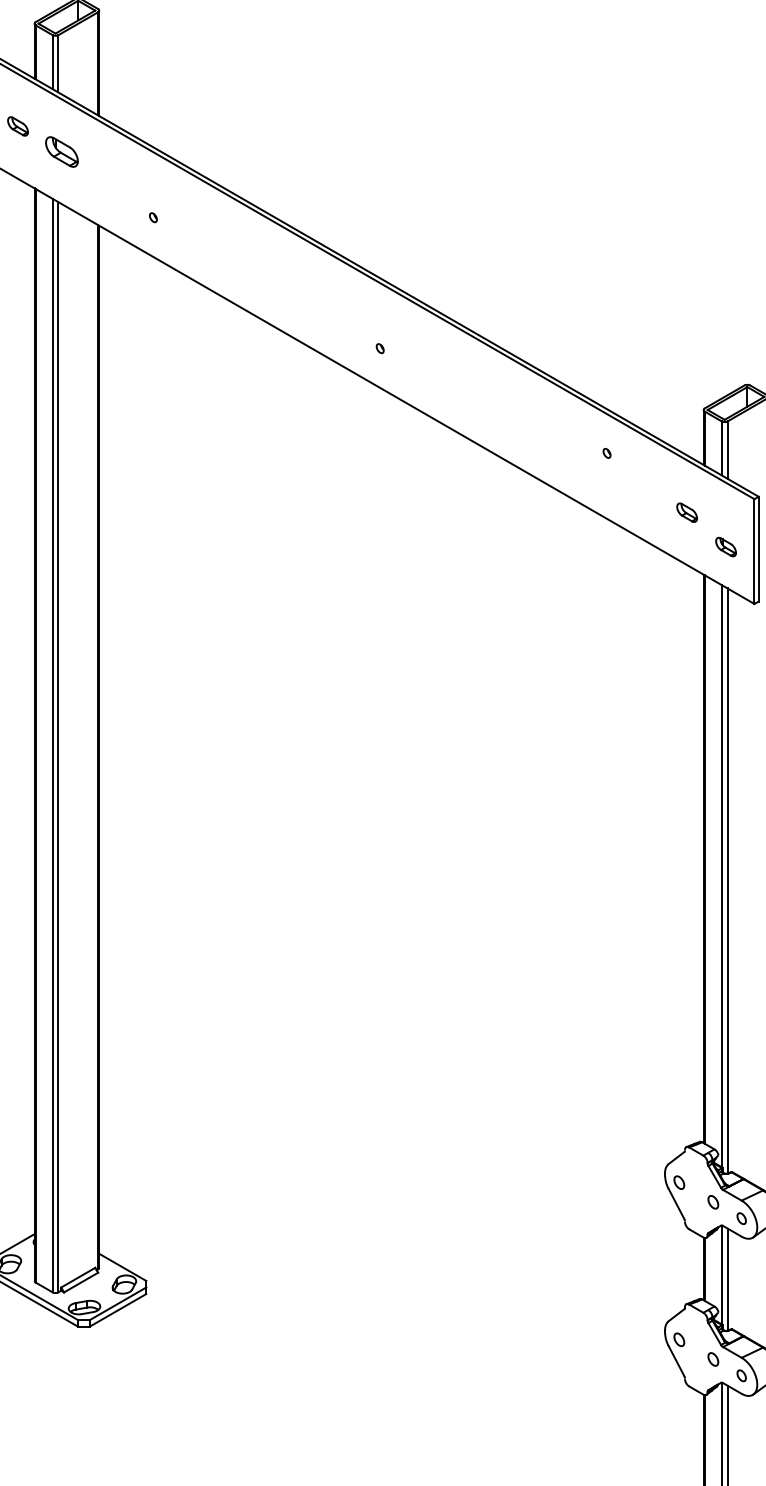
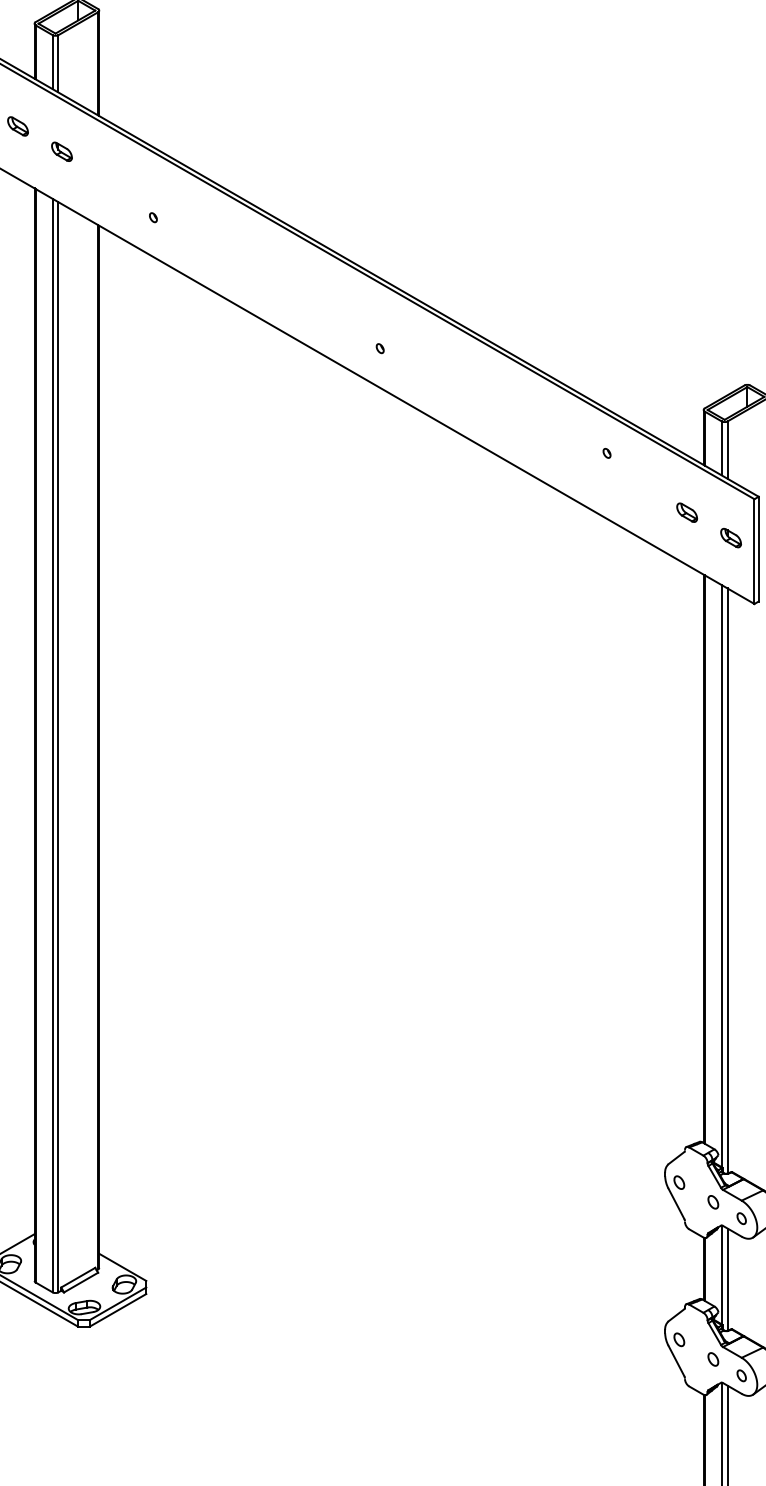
part at (61, 151) size: 34x32 px -> 22x21 px
part at (725, 546) position: (725, 546) -> (730, 537)
